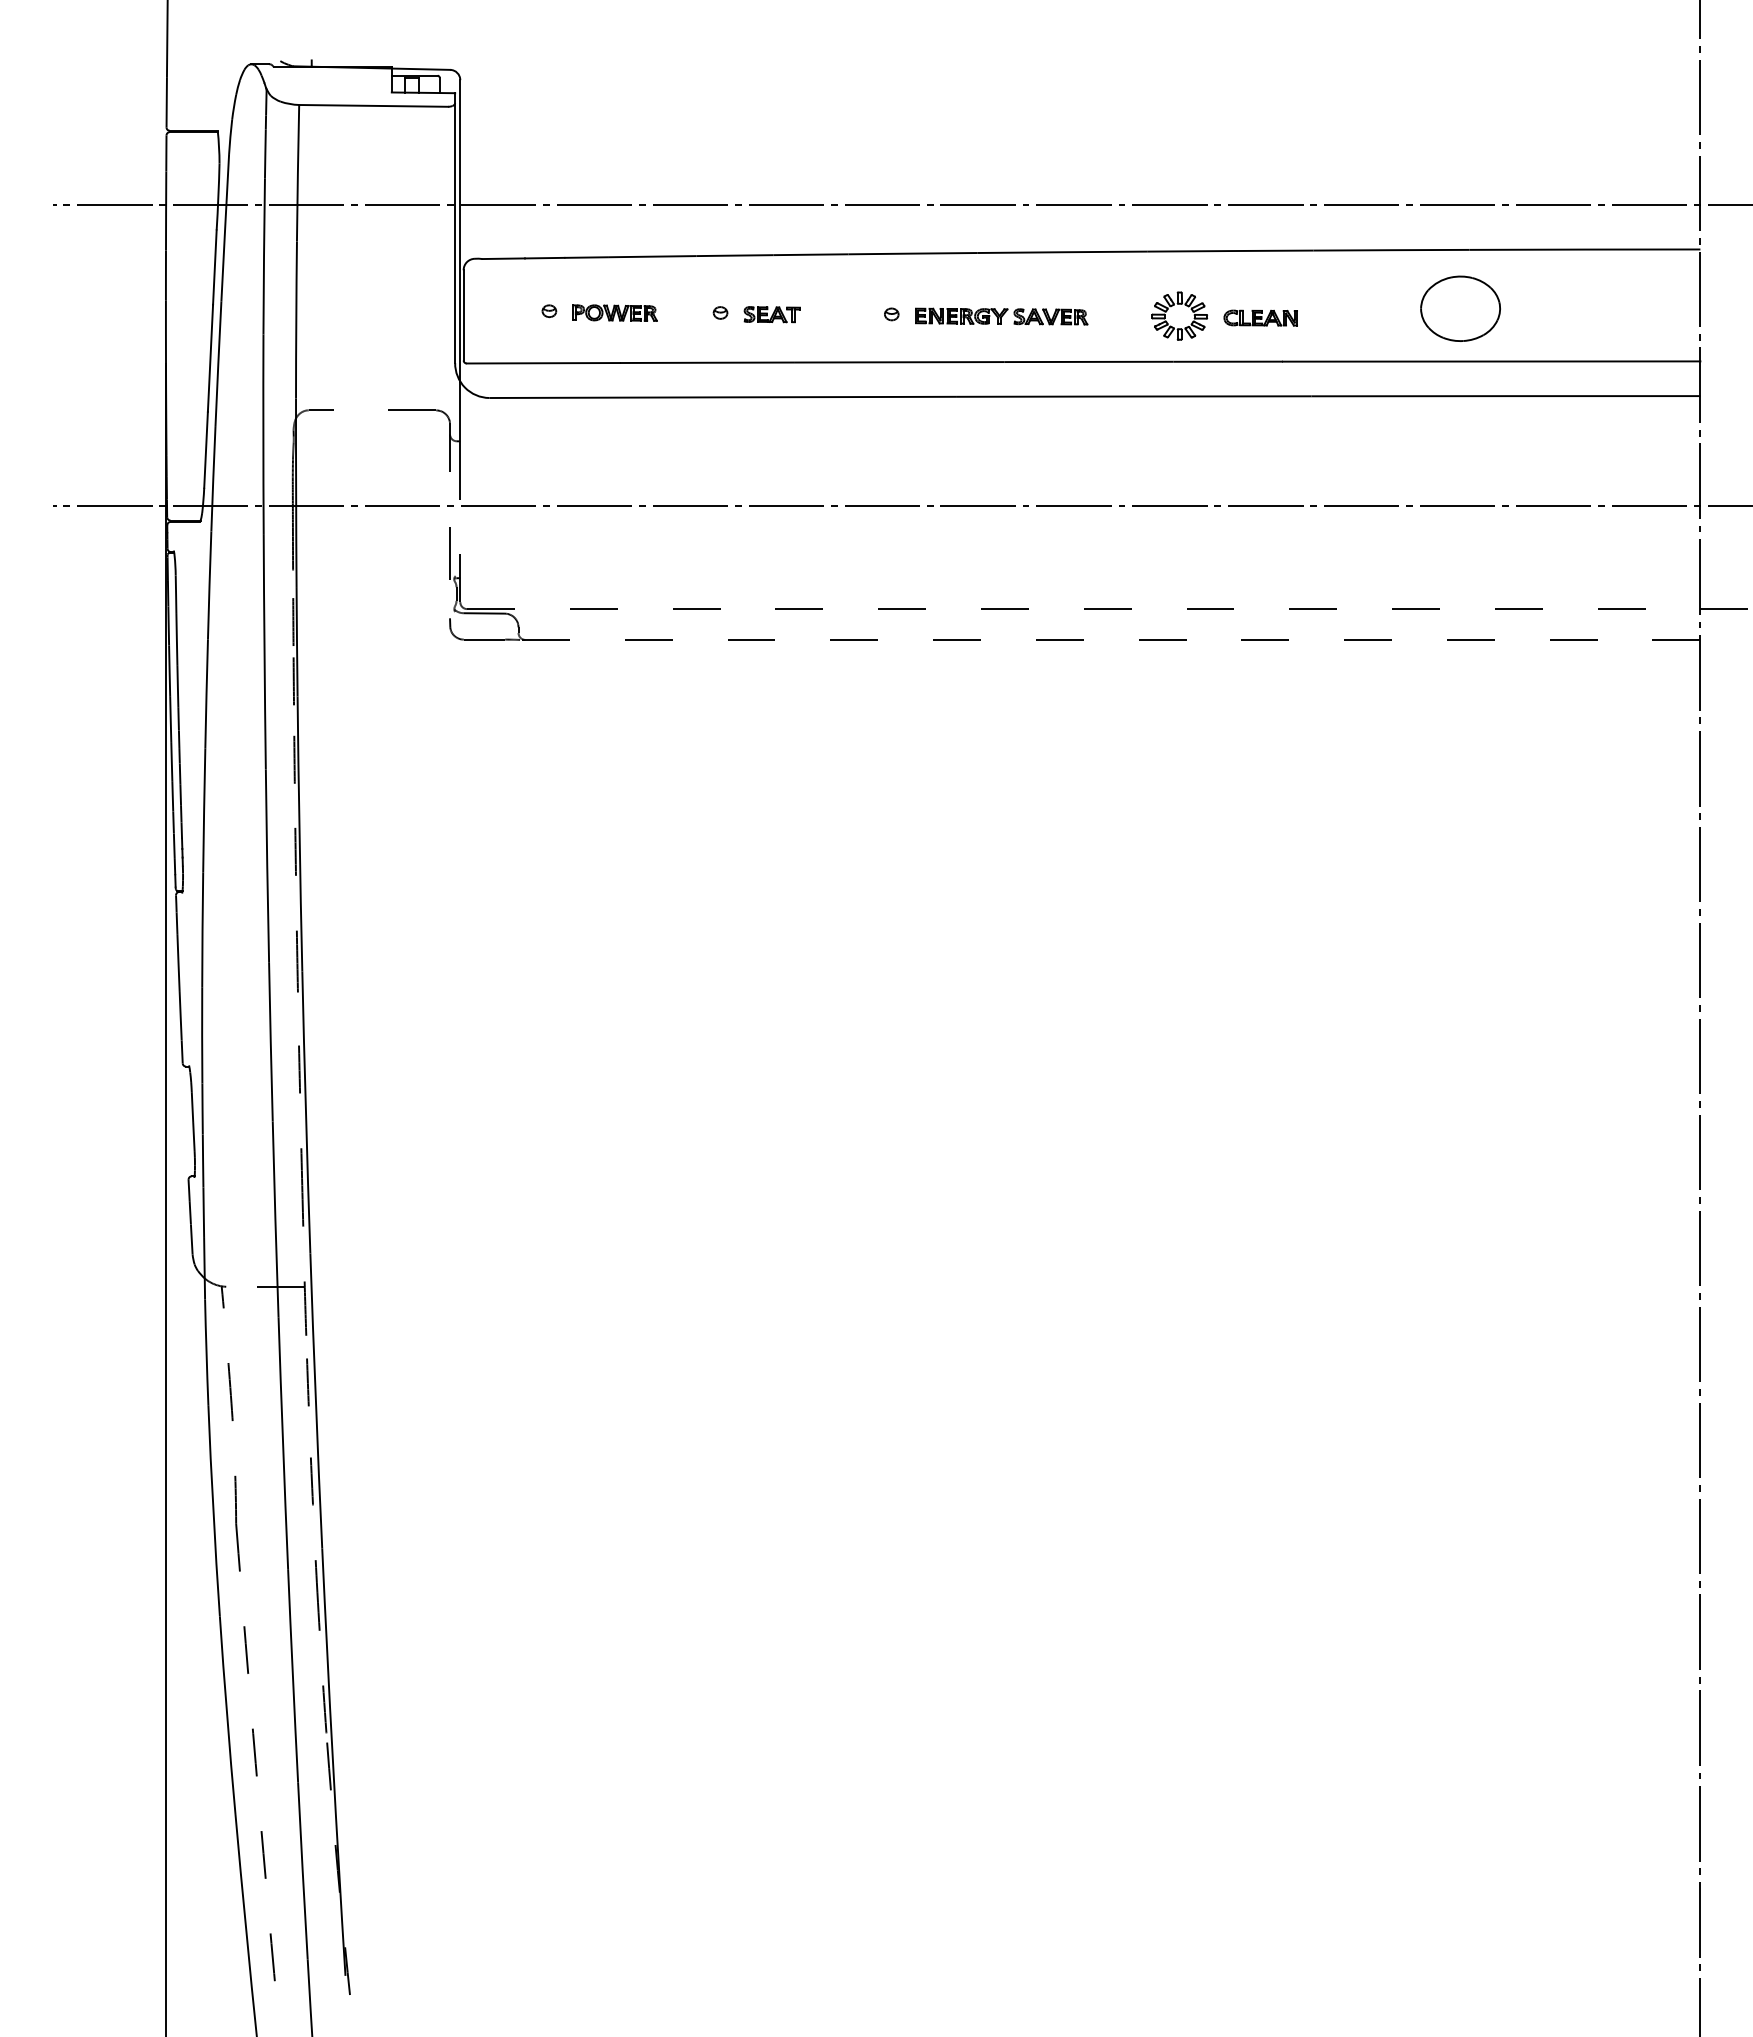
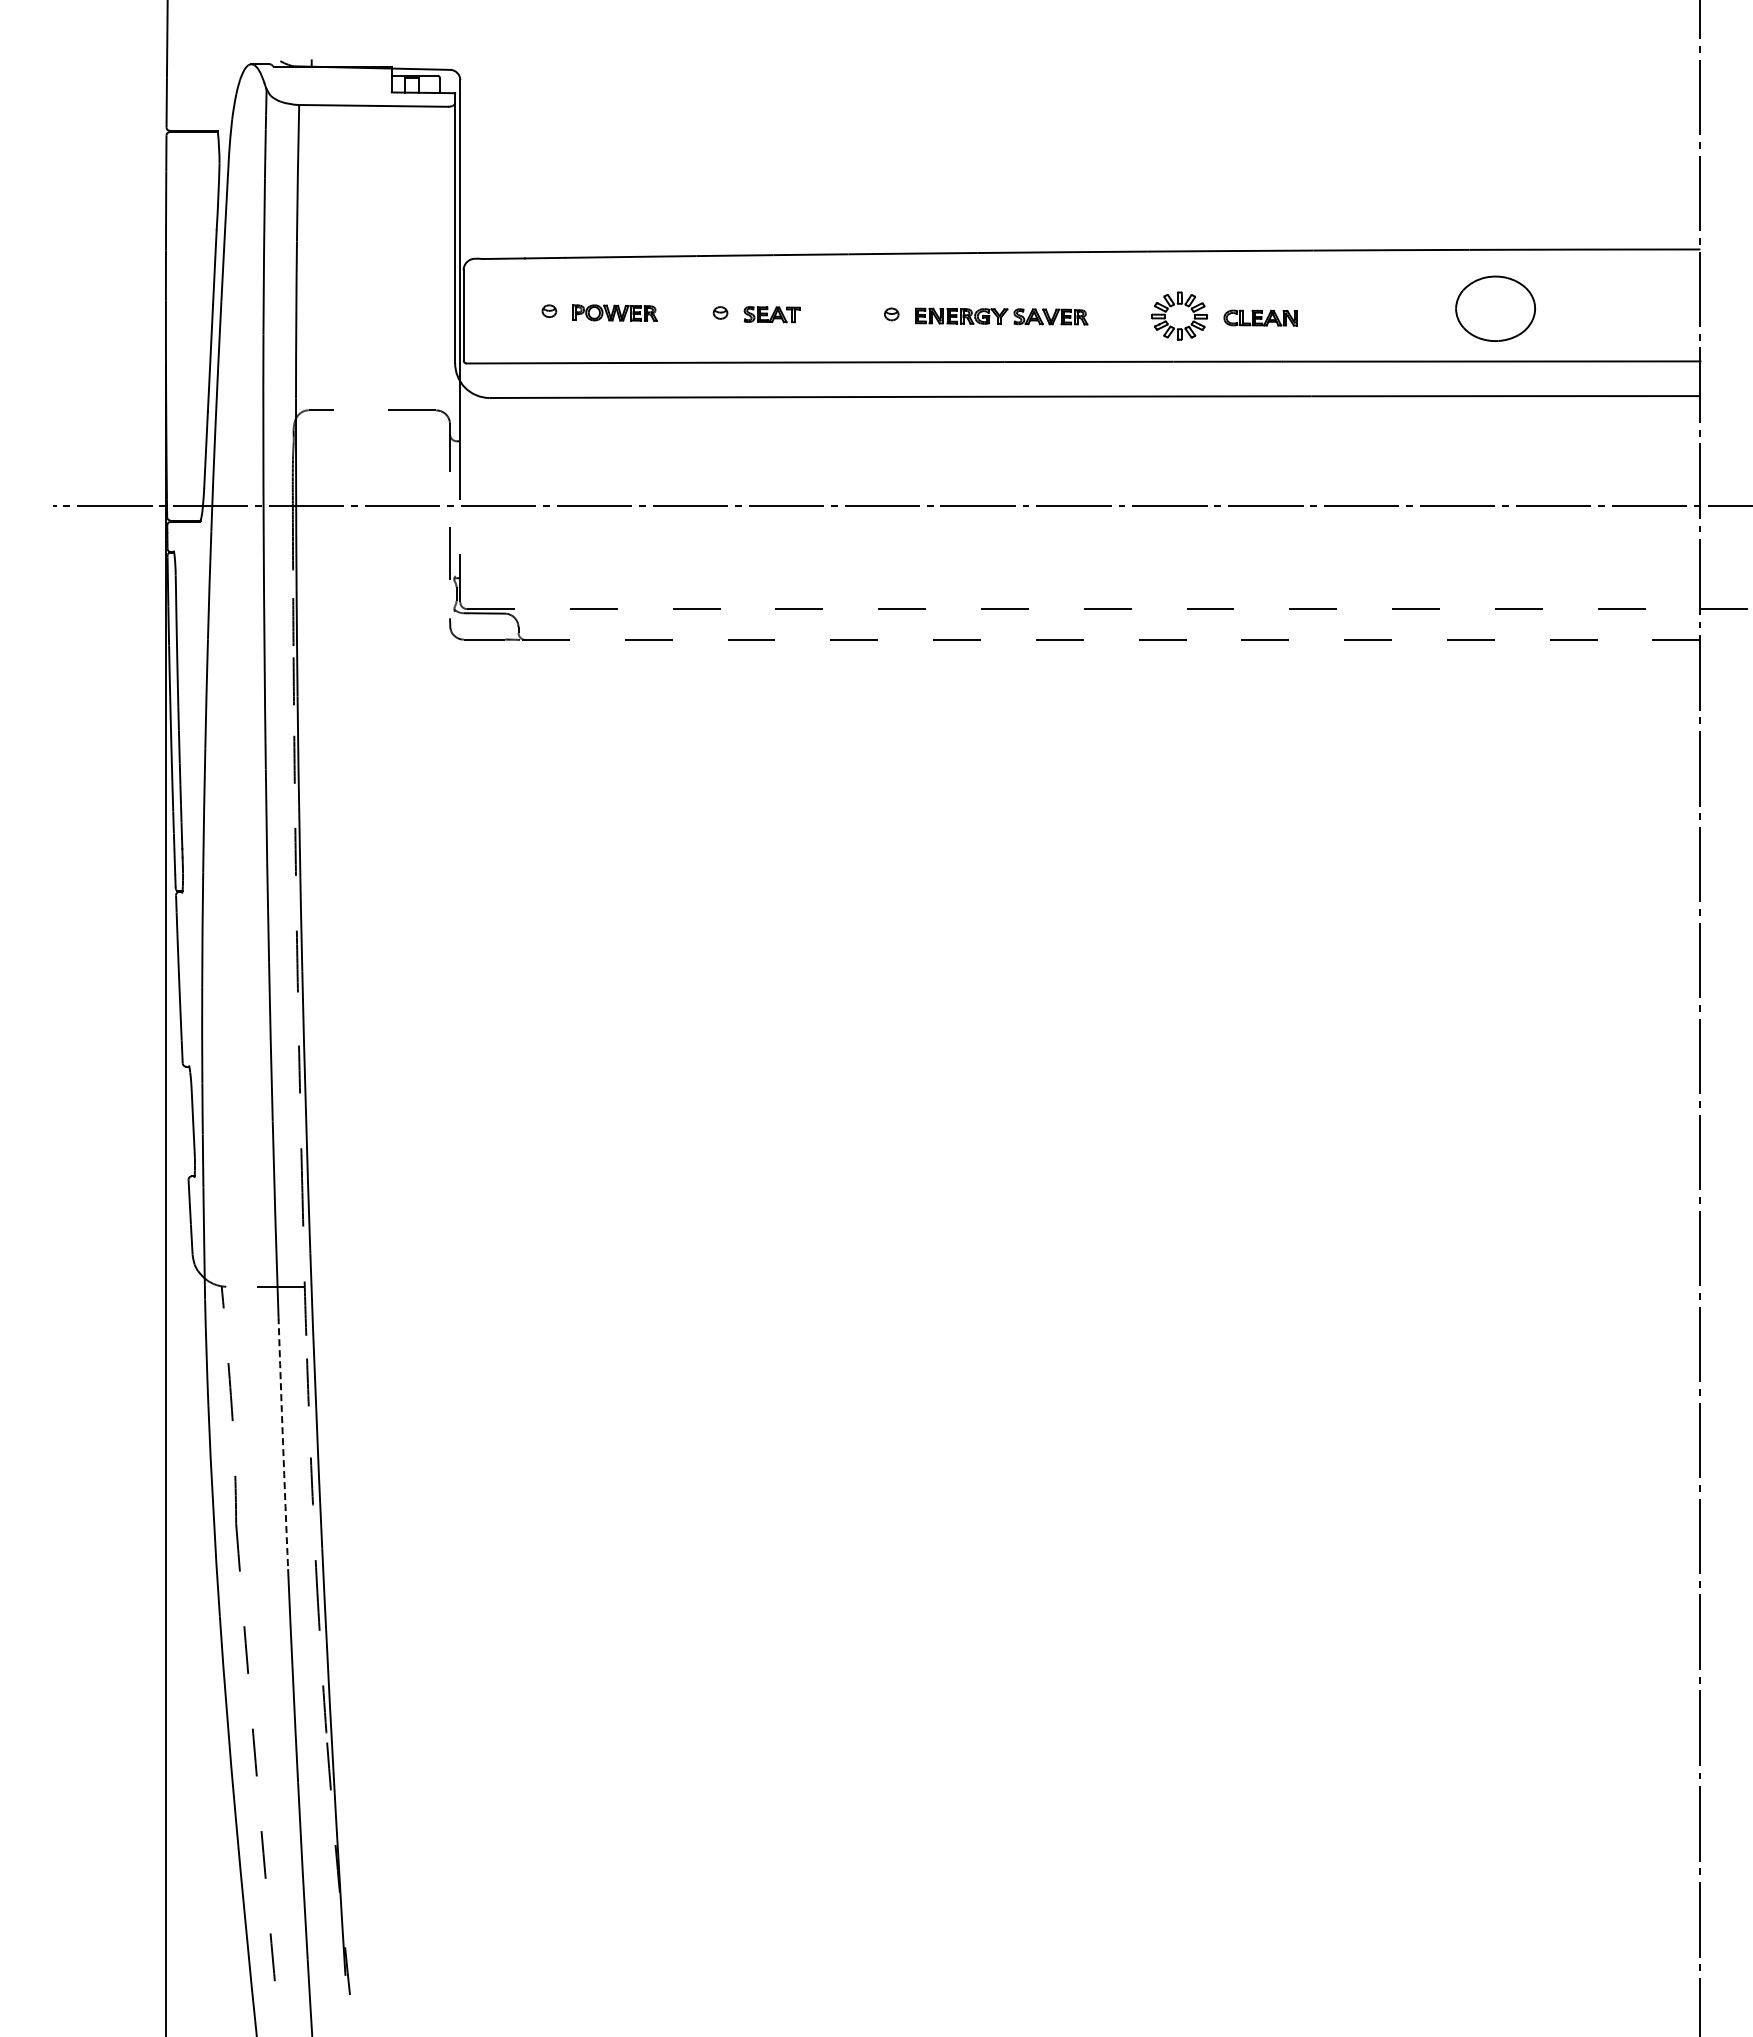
line at (900, 204): present -> none
part at (1460, 308) position: (1460, 308) -> (1495, 308)
arc at (283, 1443): solid -> dashed
